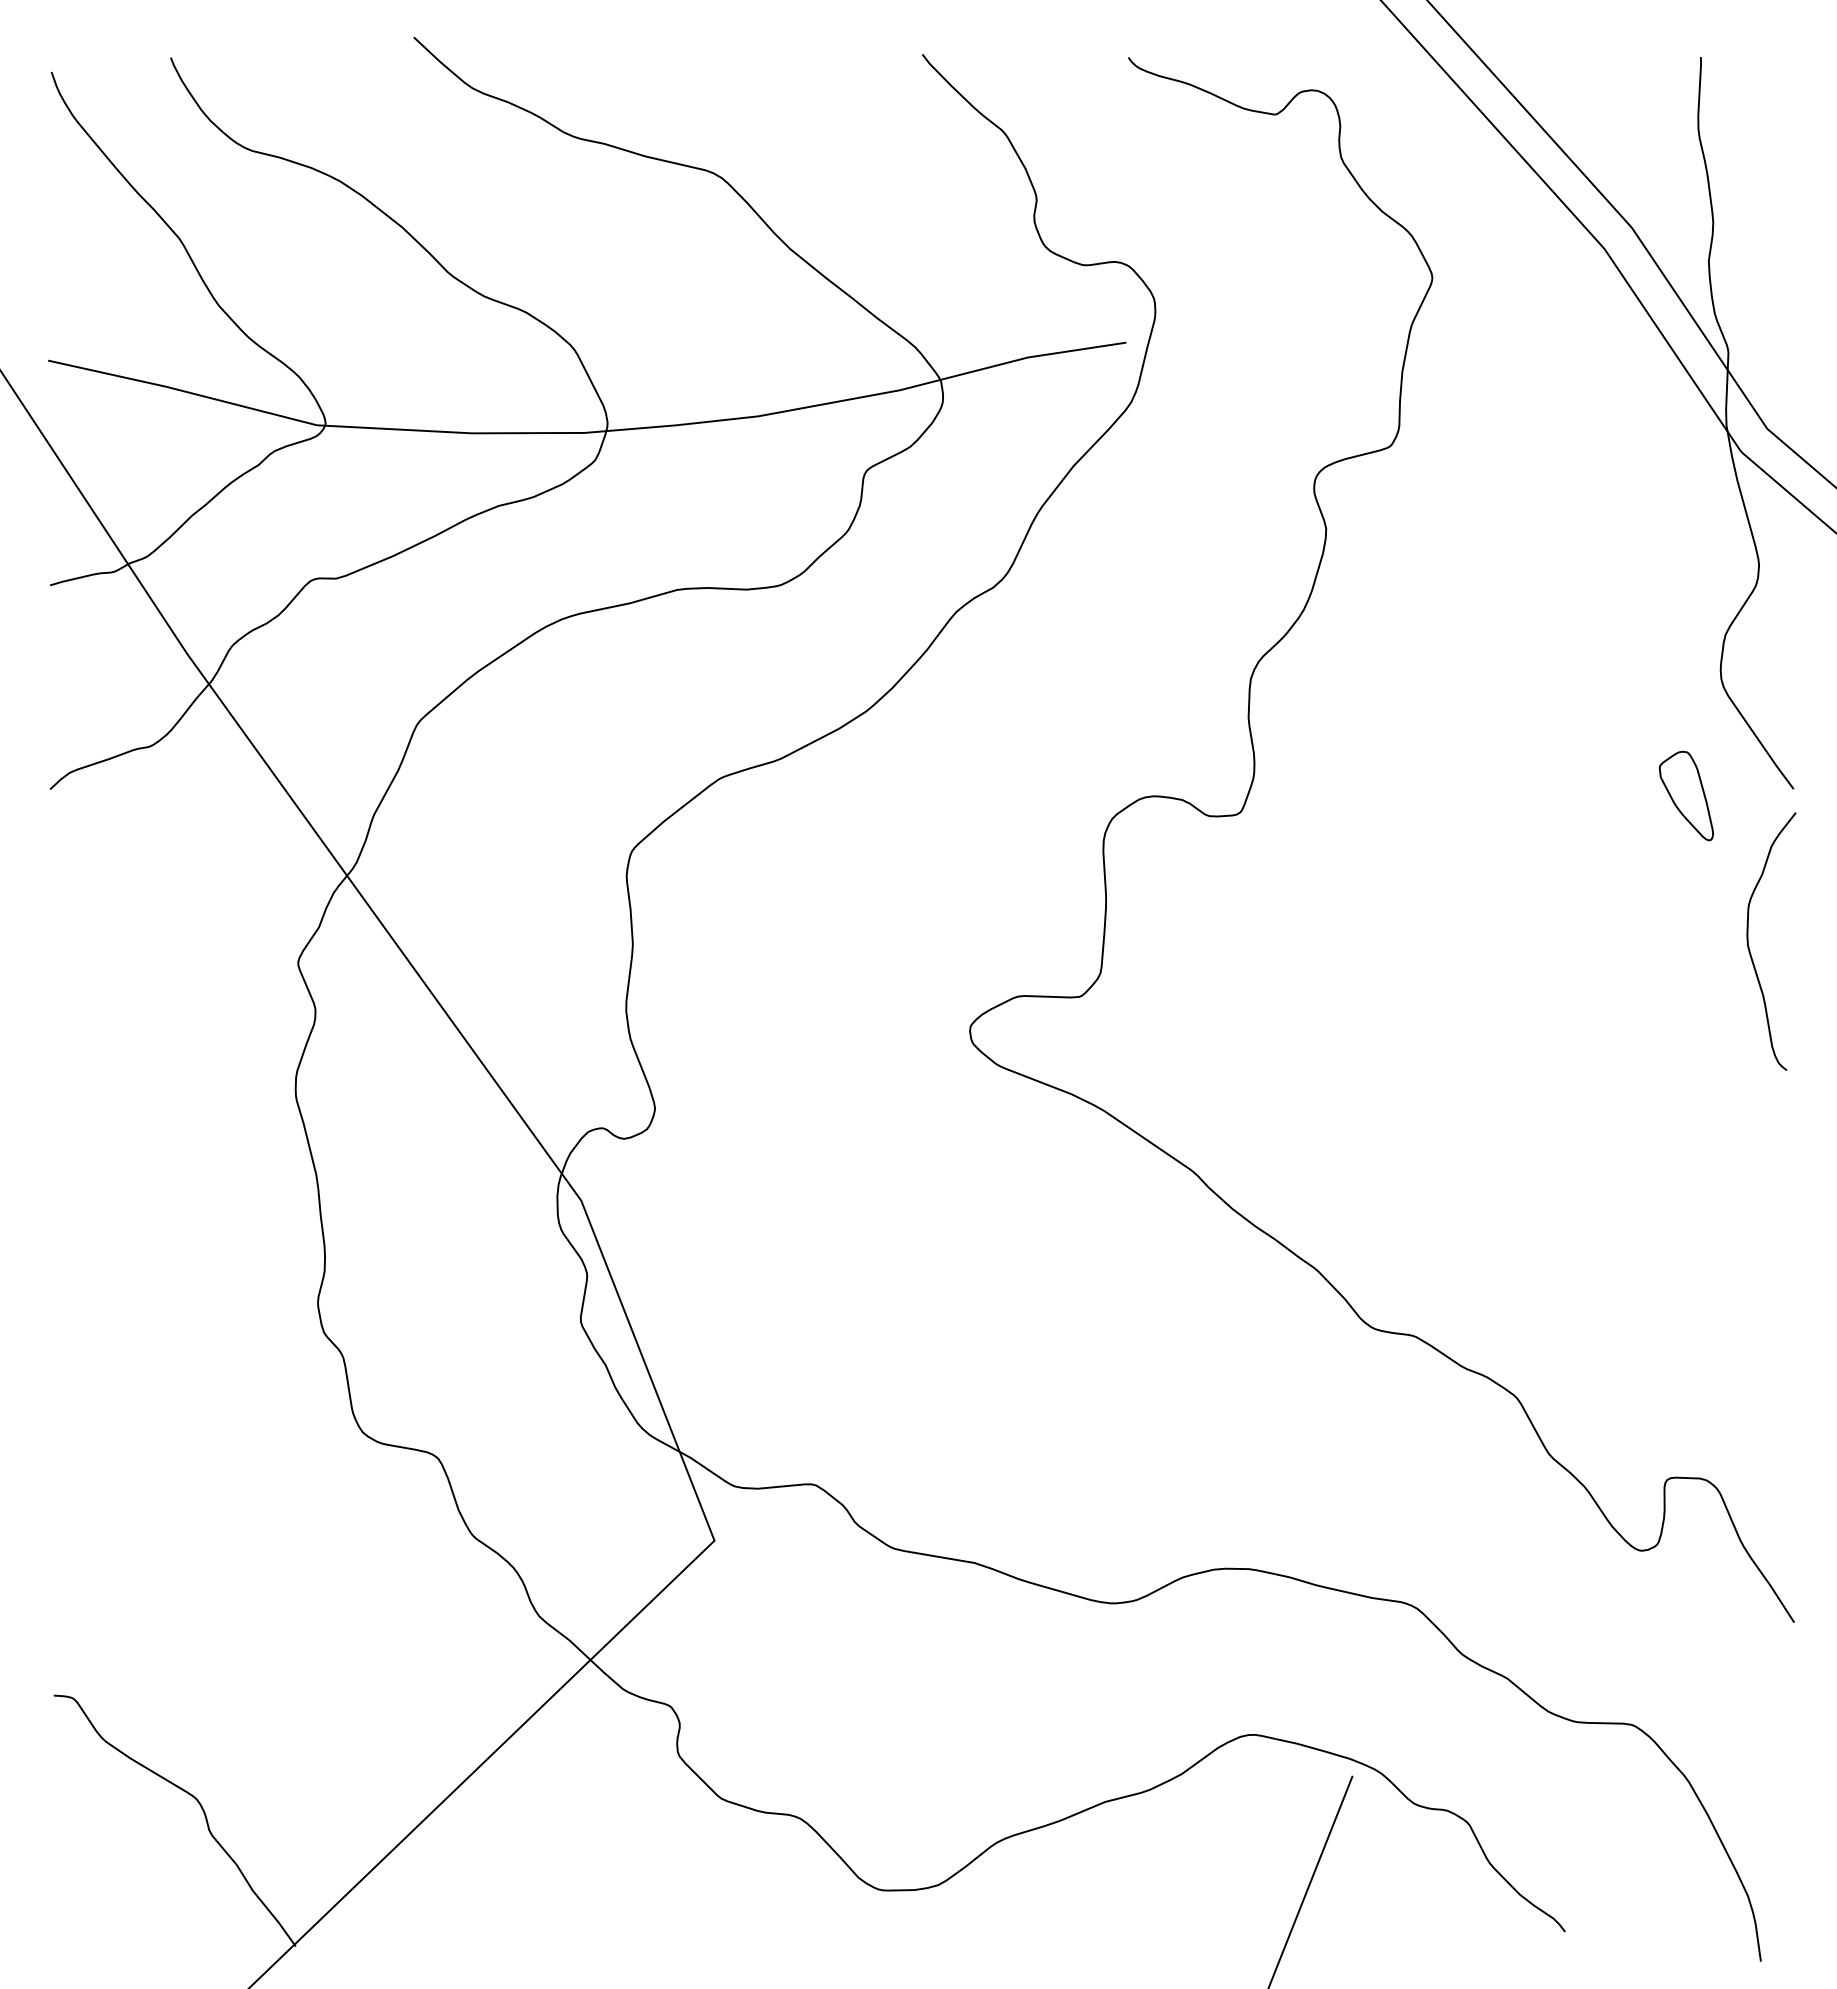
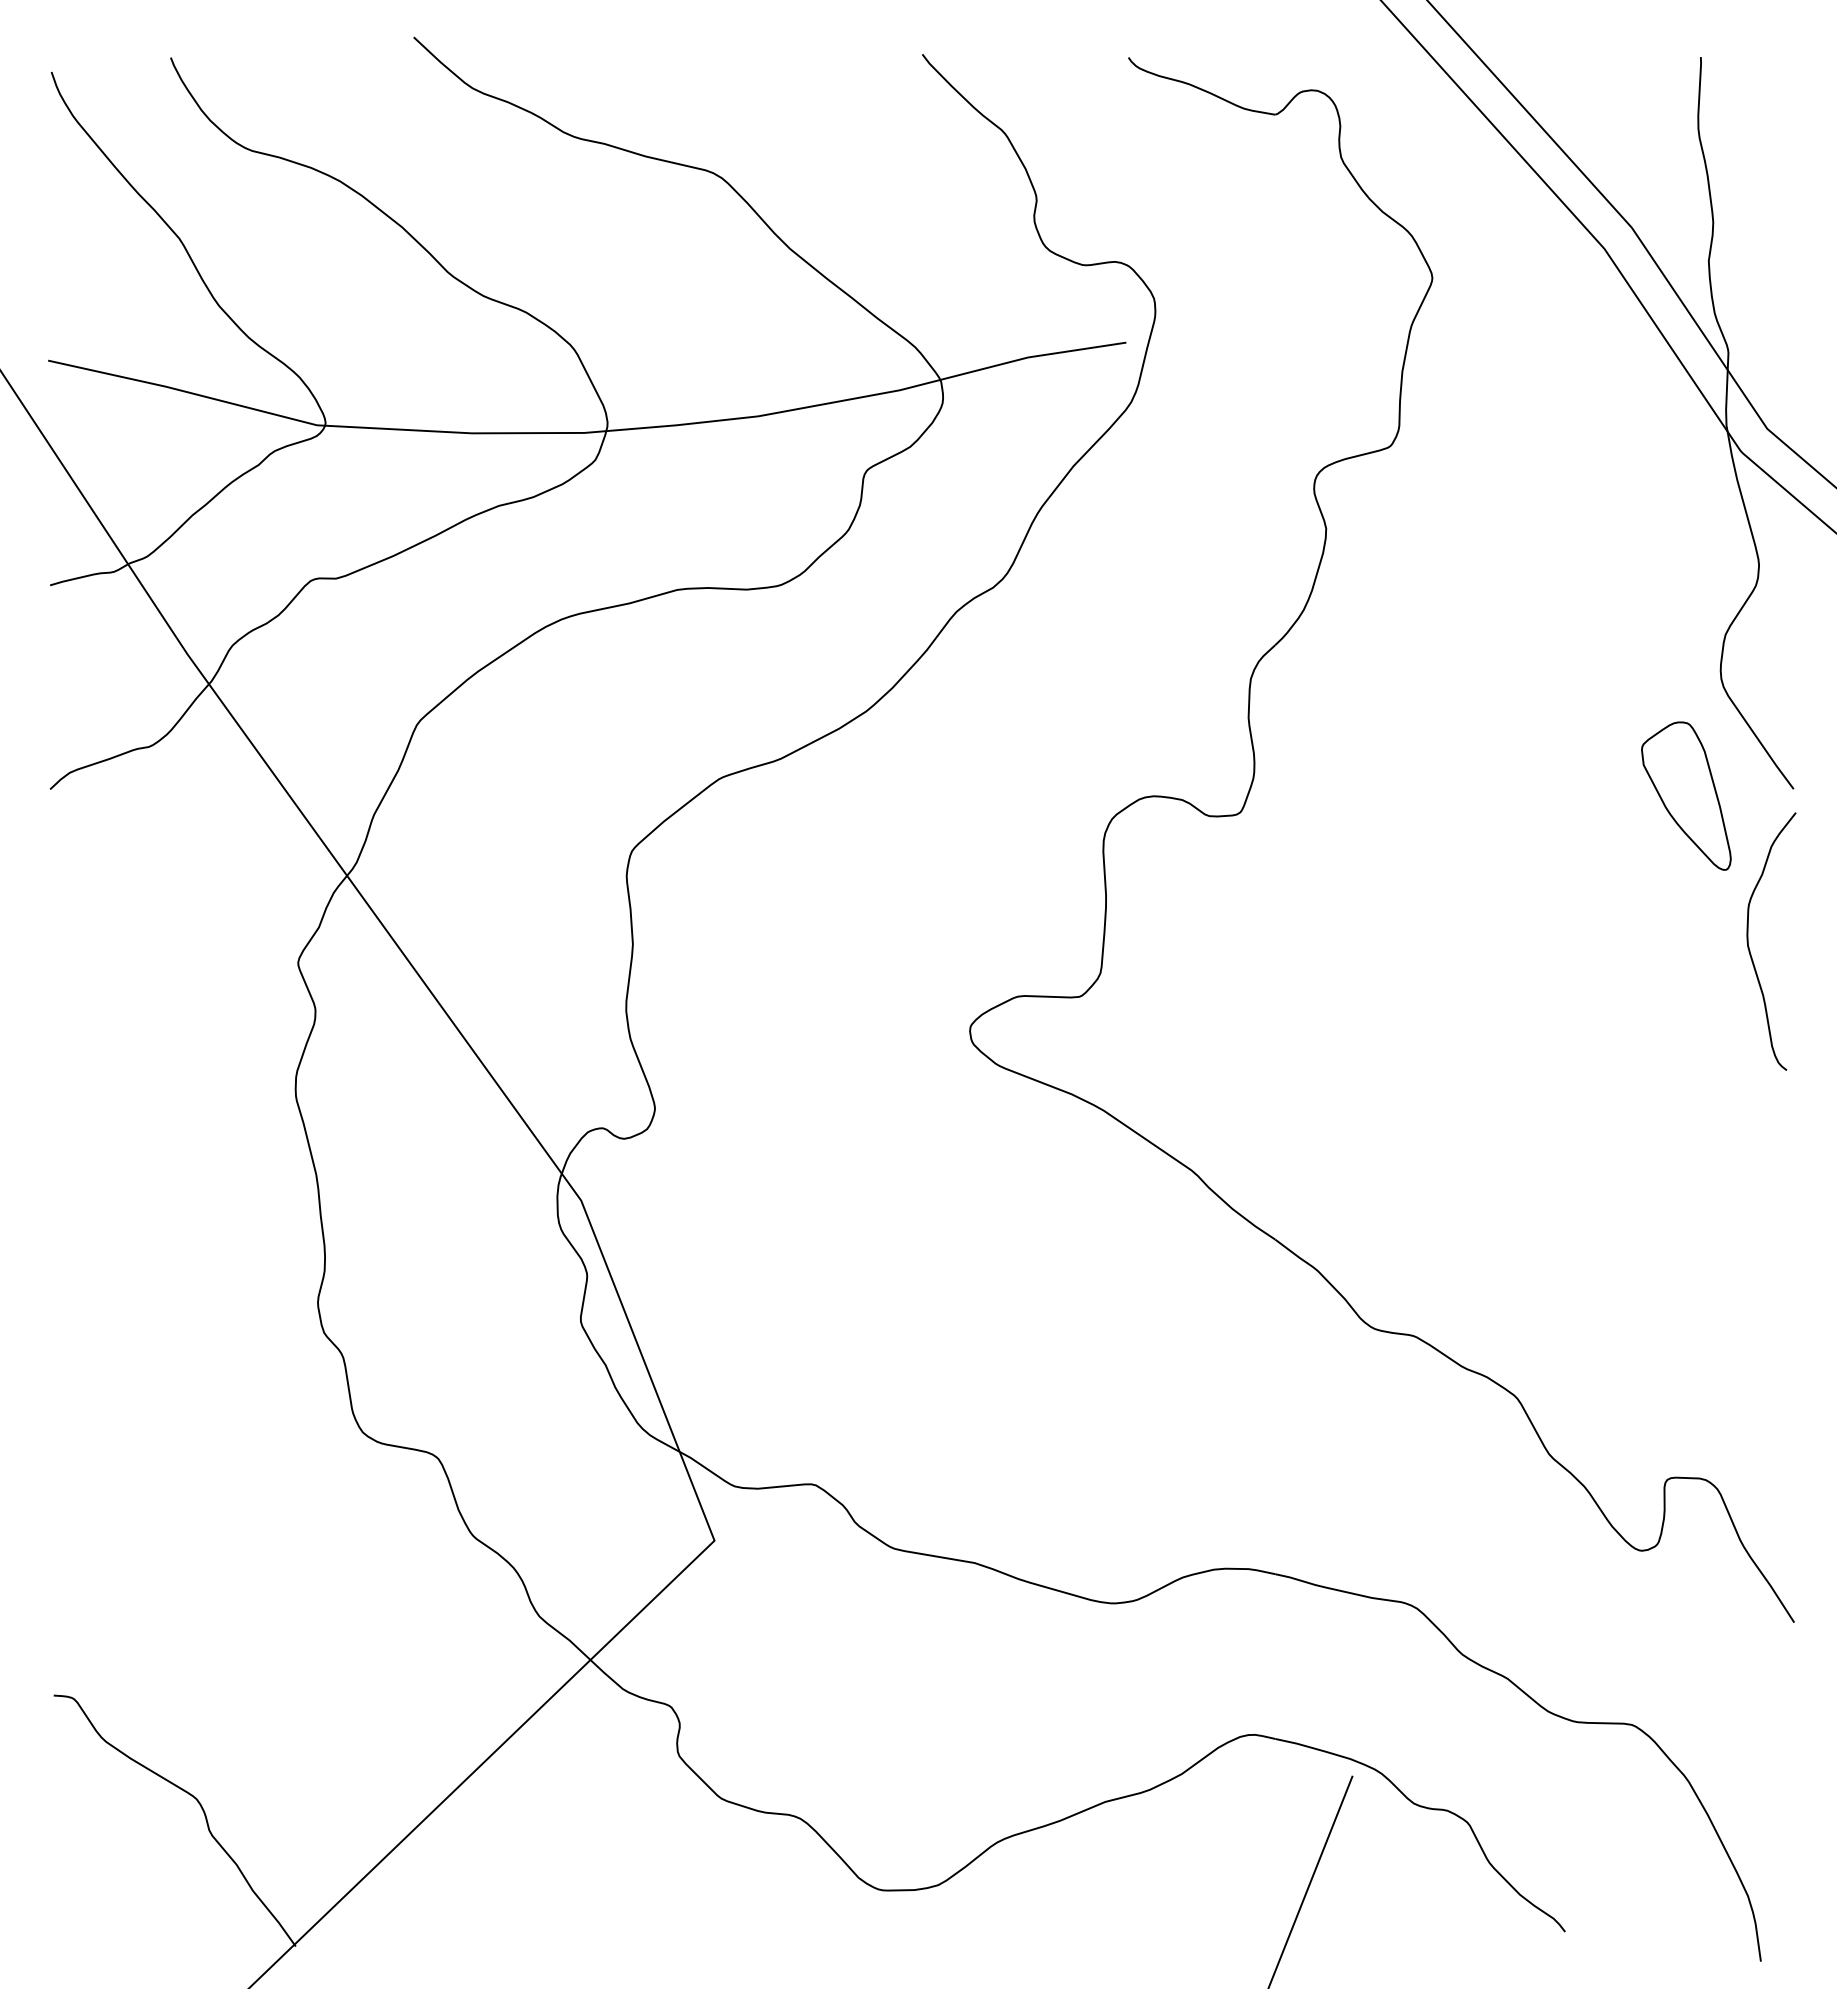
part at (1685, 795) size: 56x92 px -> 91x150 px
